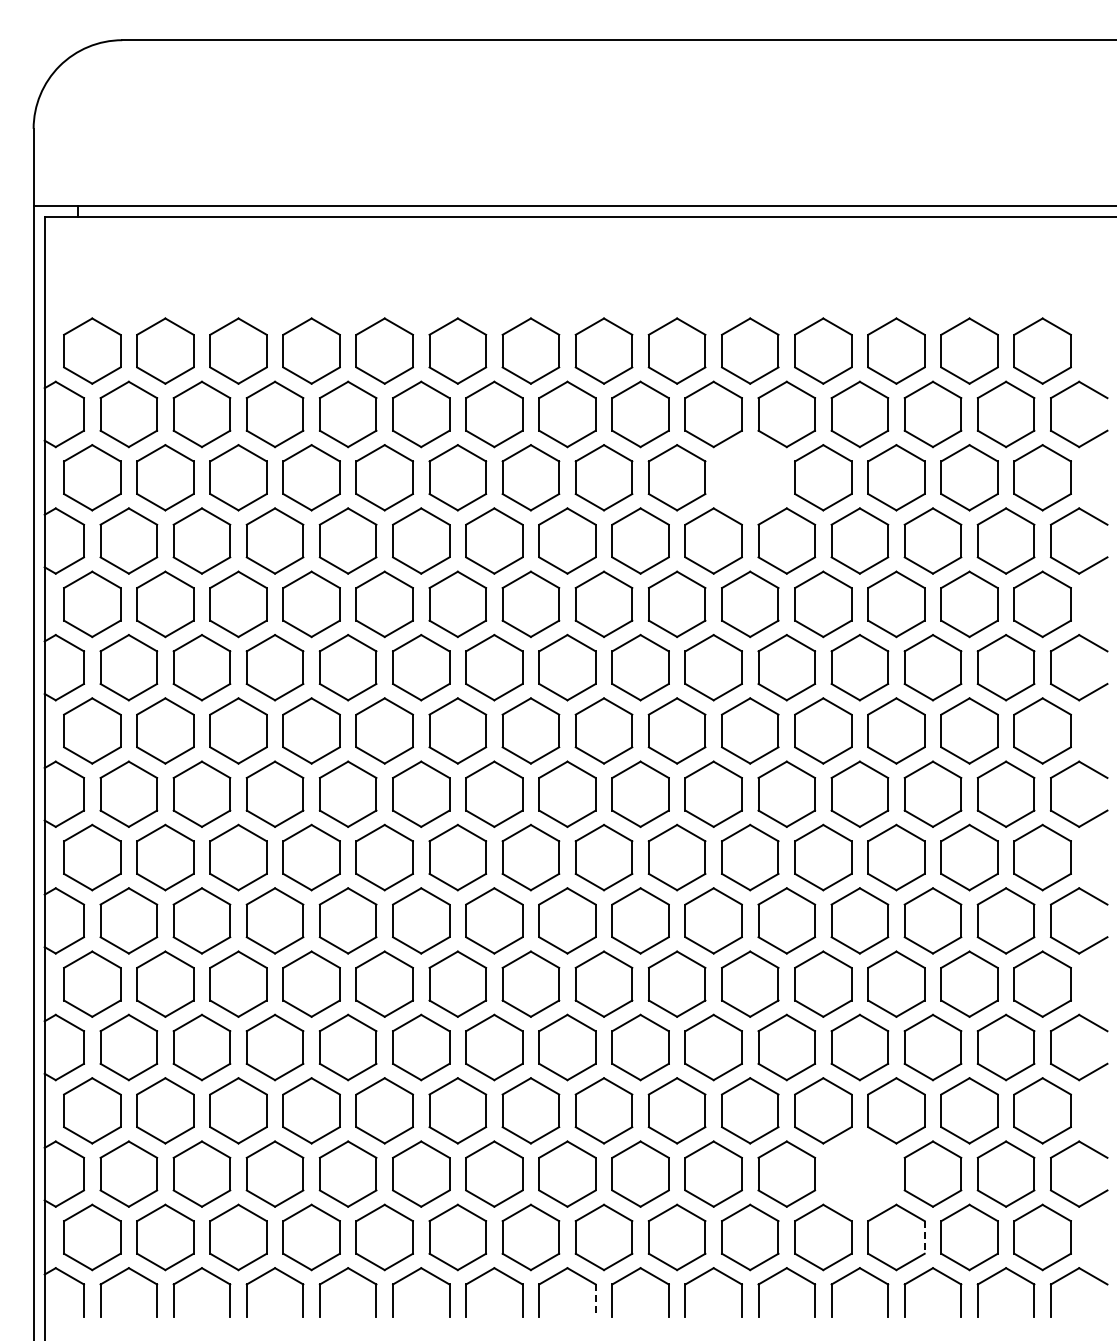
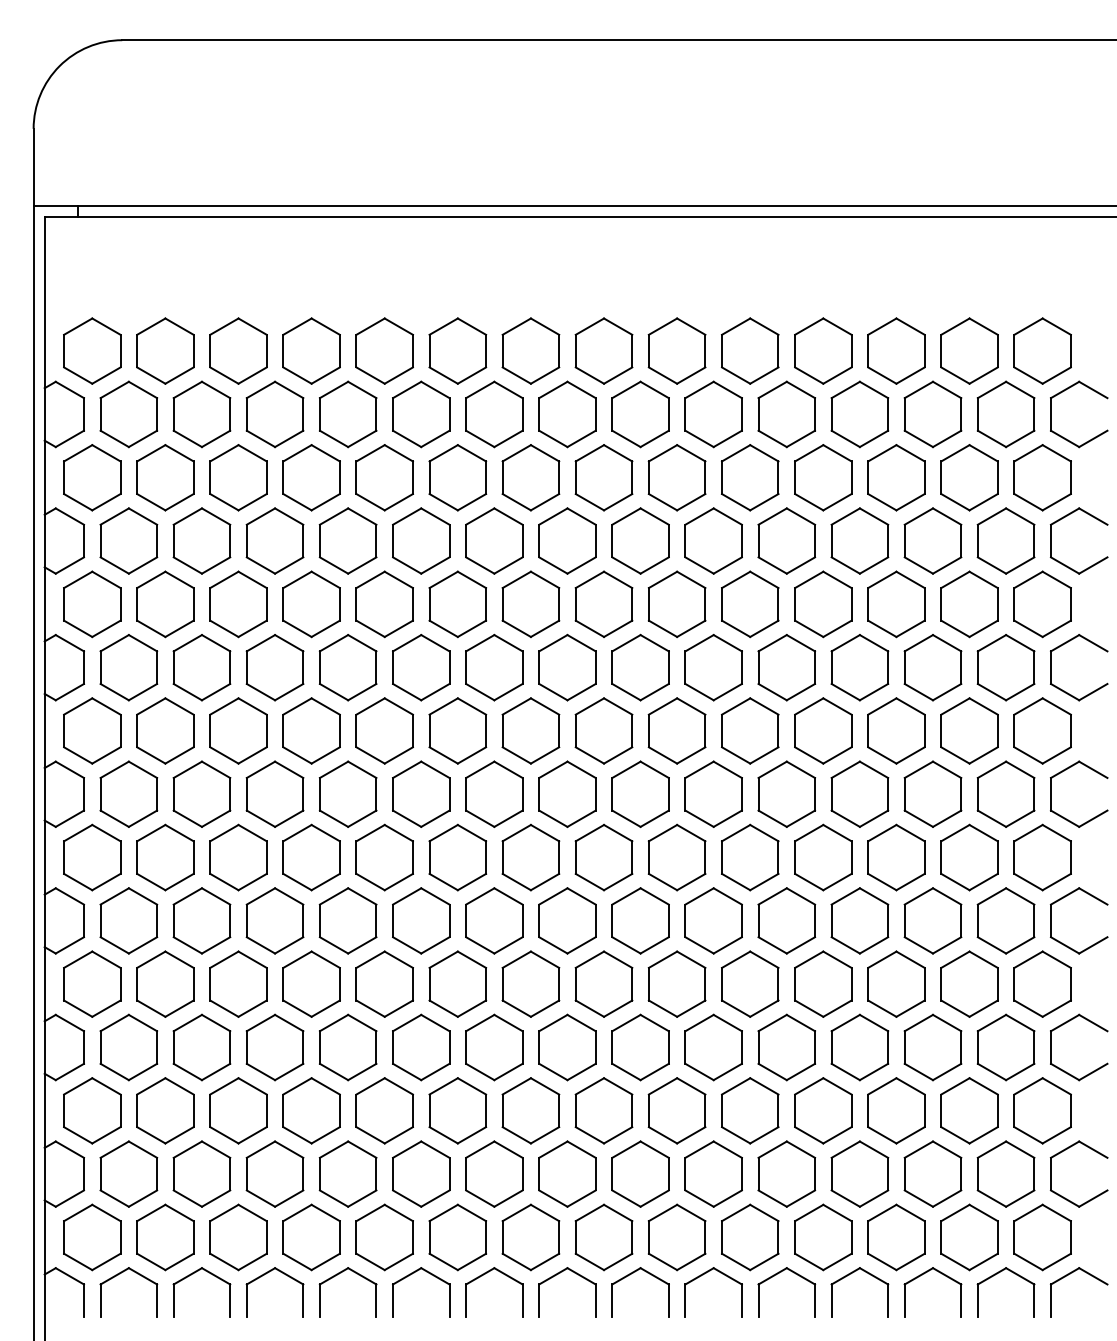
part at (750, 477): none -> present
part at (859, 1173): none -> present
line at (924, 1237): dashed -> solid
line at (595, 1301): dashed -> solid
